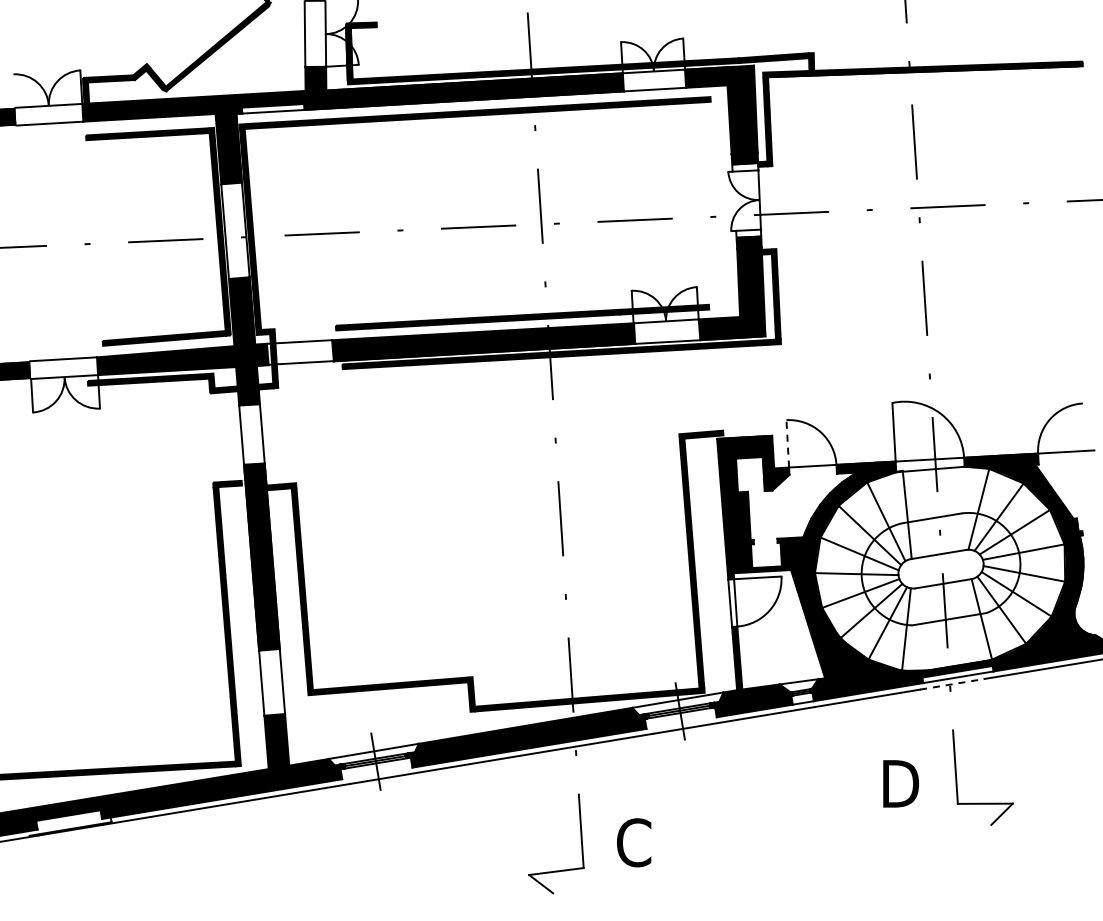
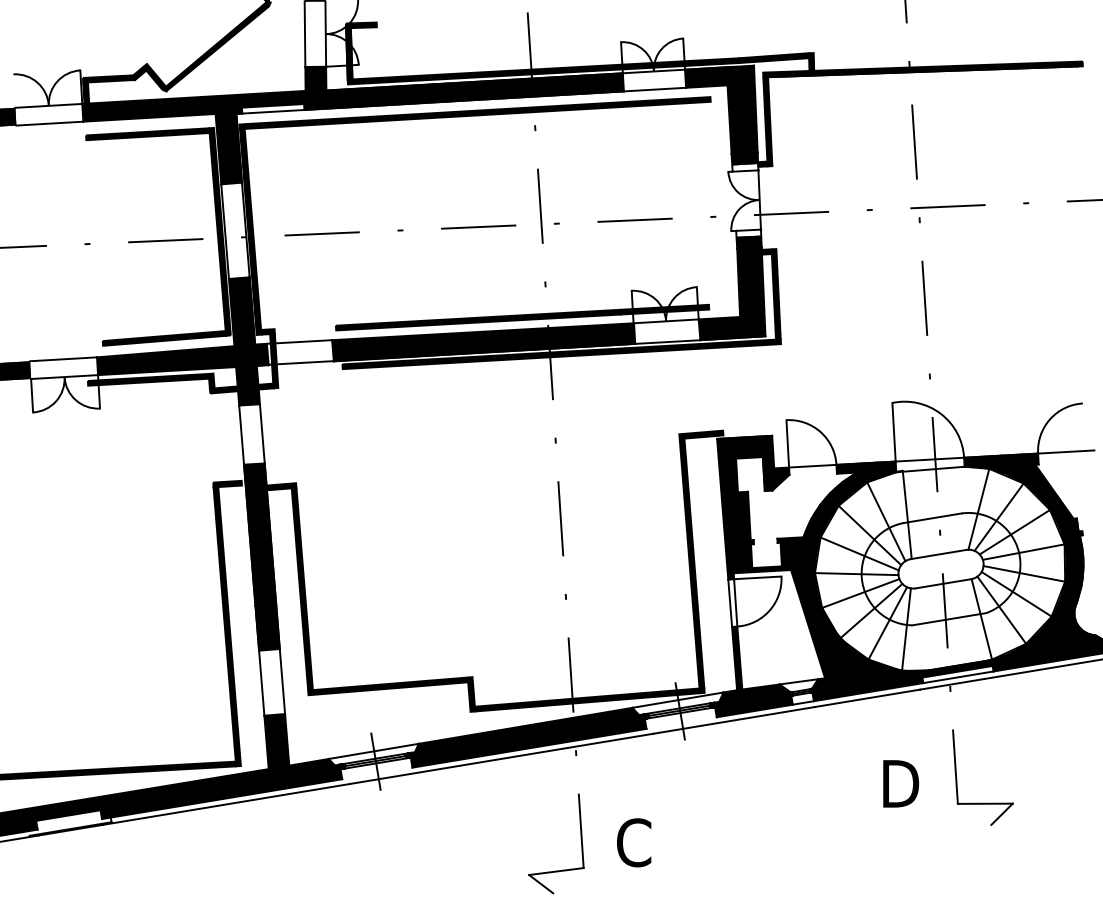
line at (787, 443): dashed -> solid
line at (952, 684): dashed -> solid
